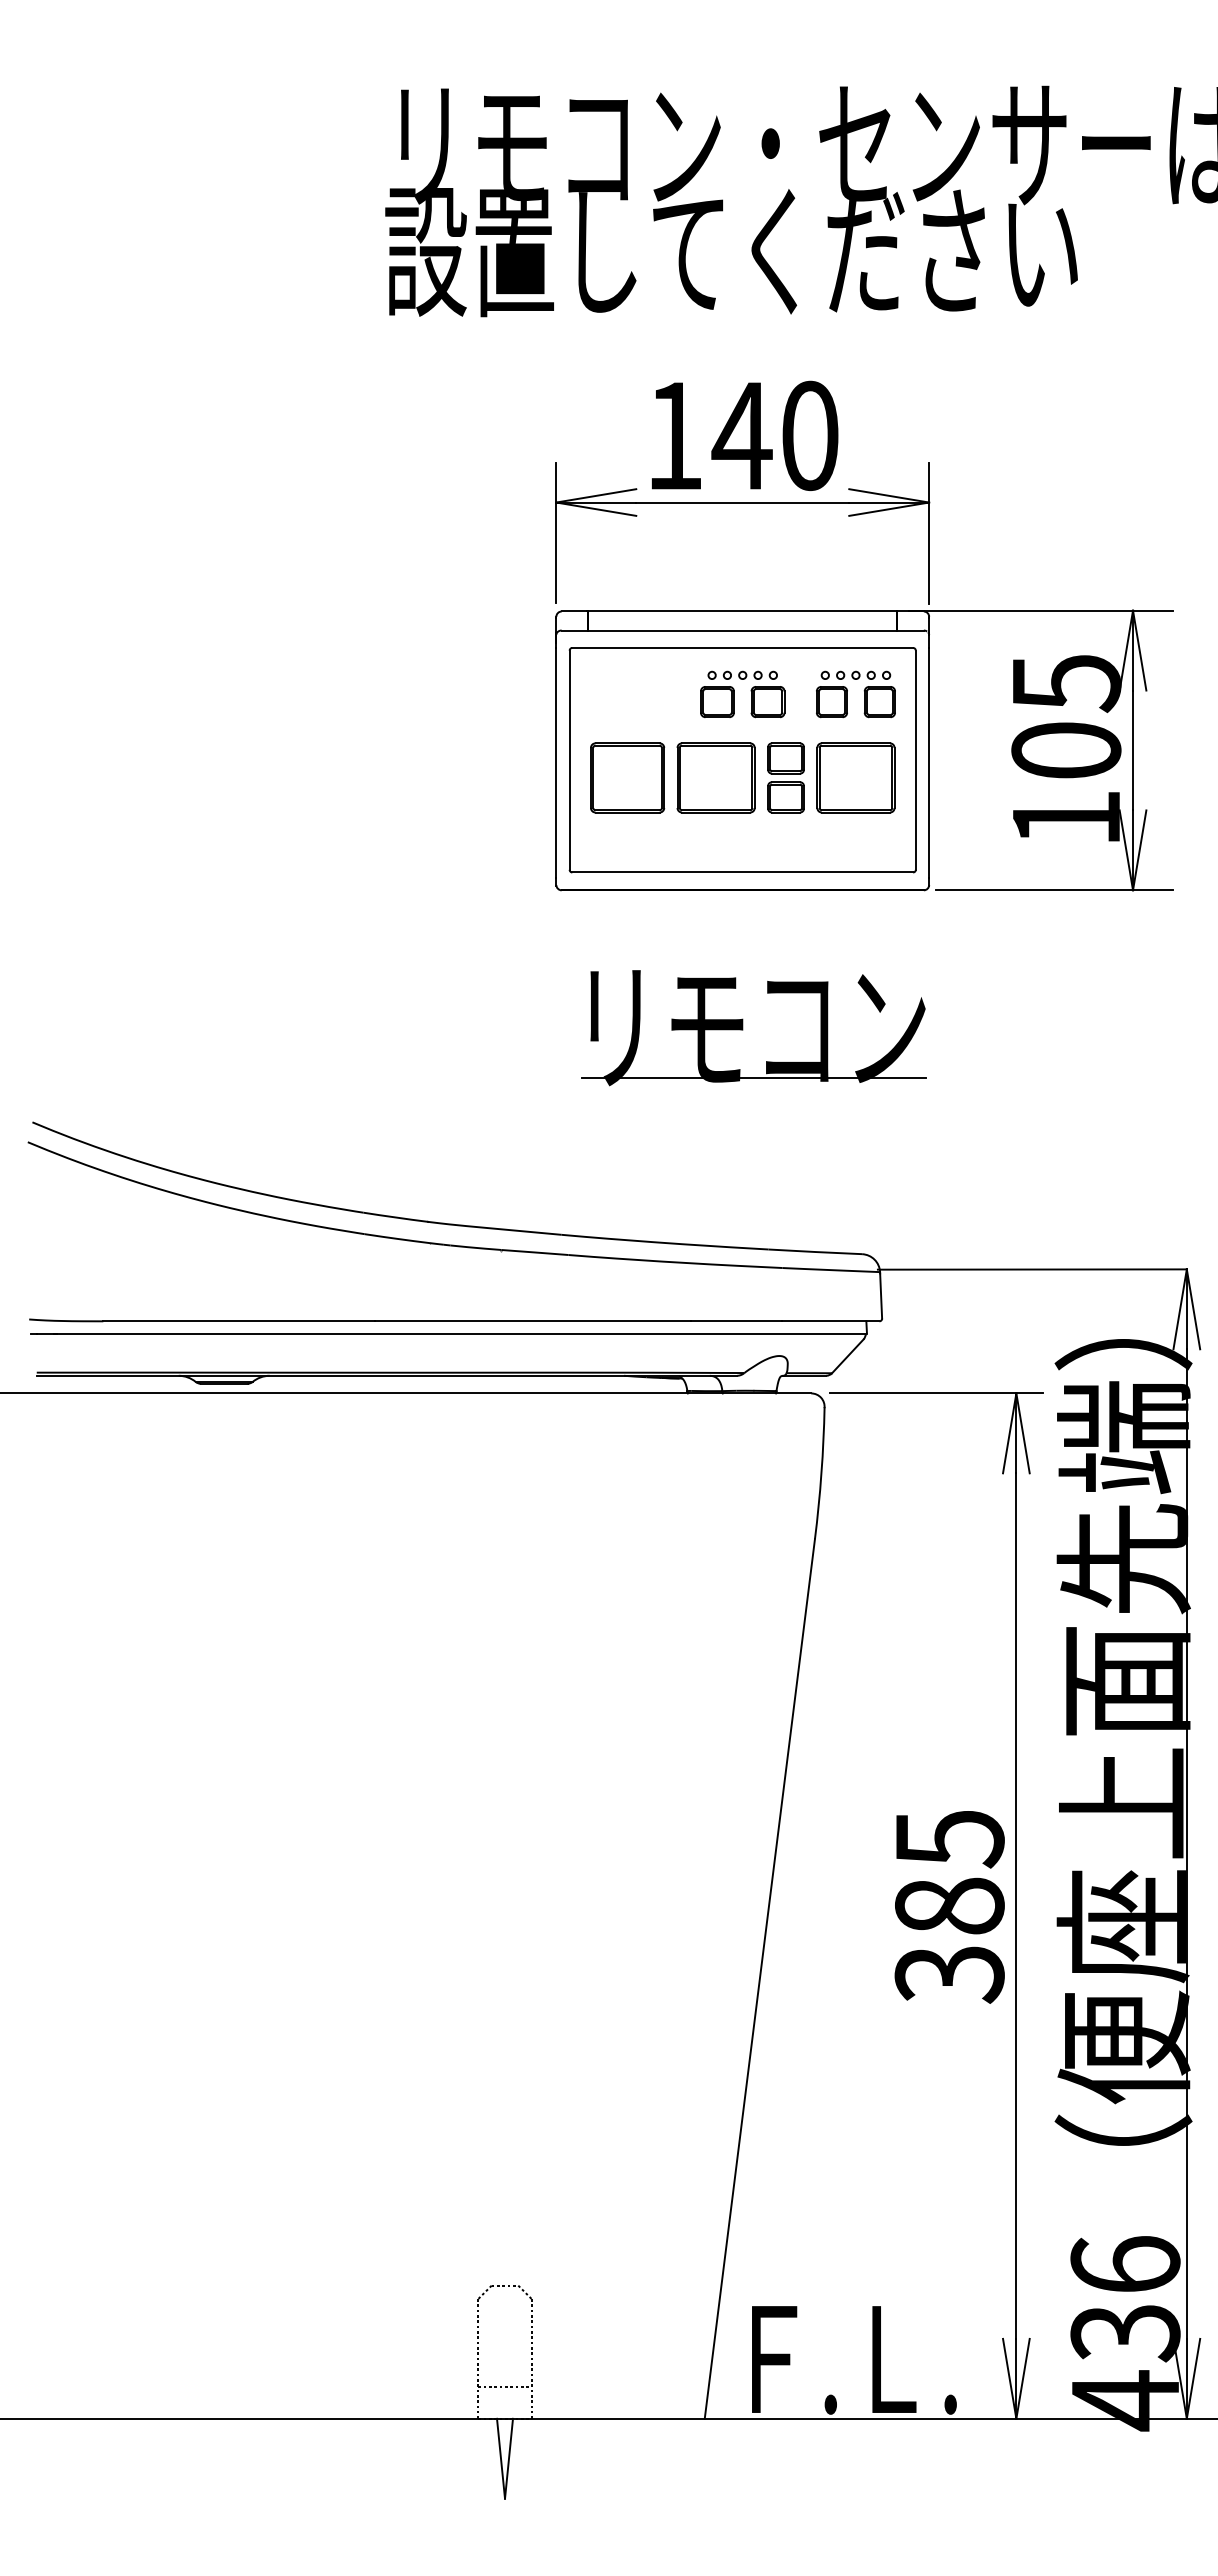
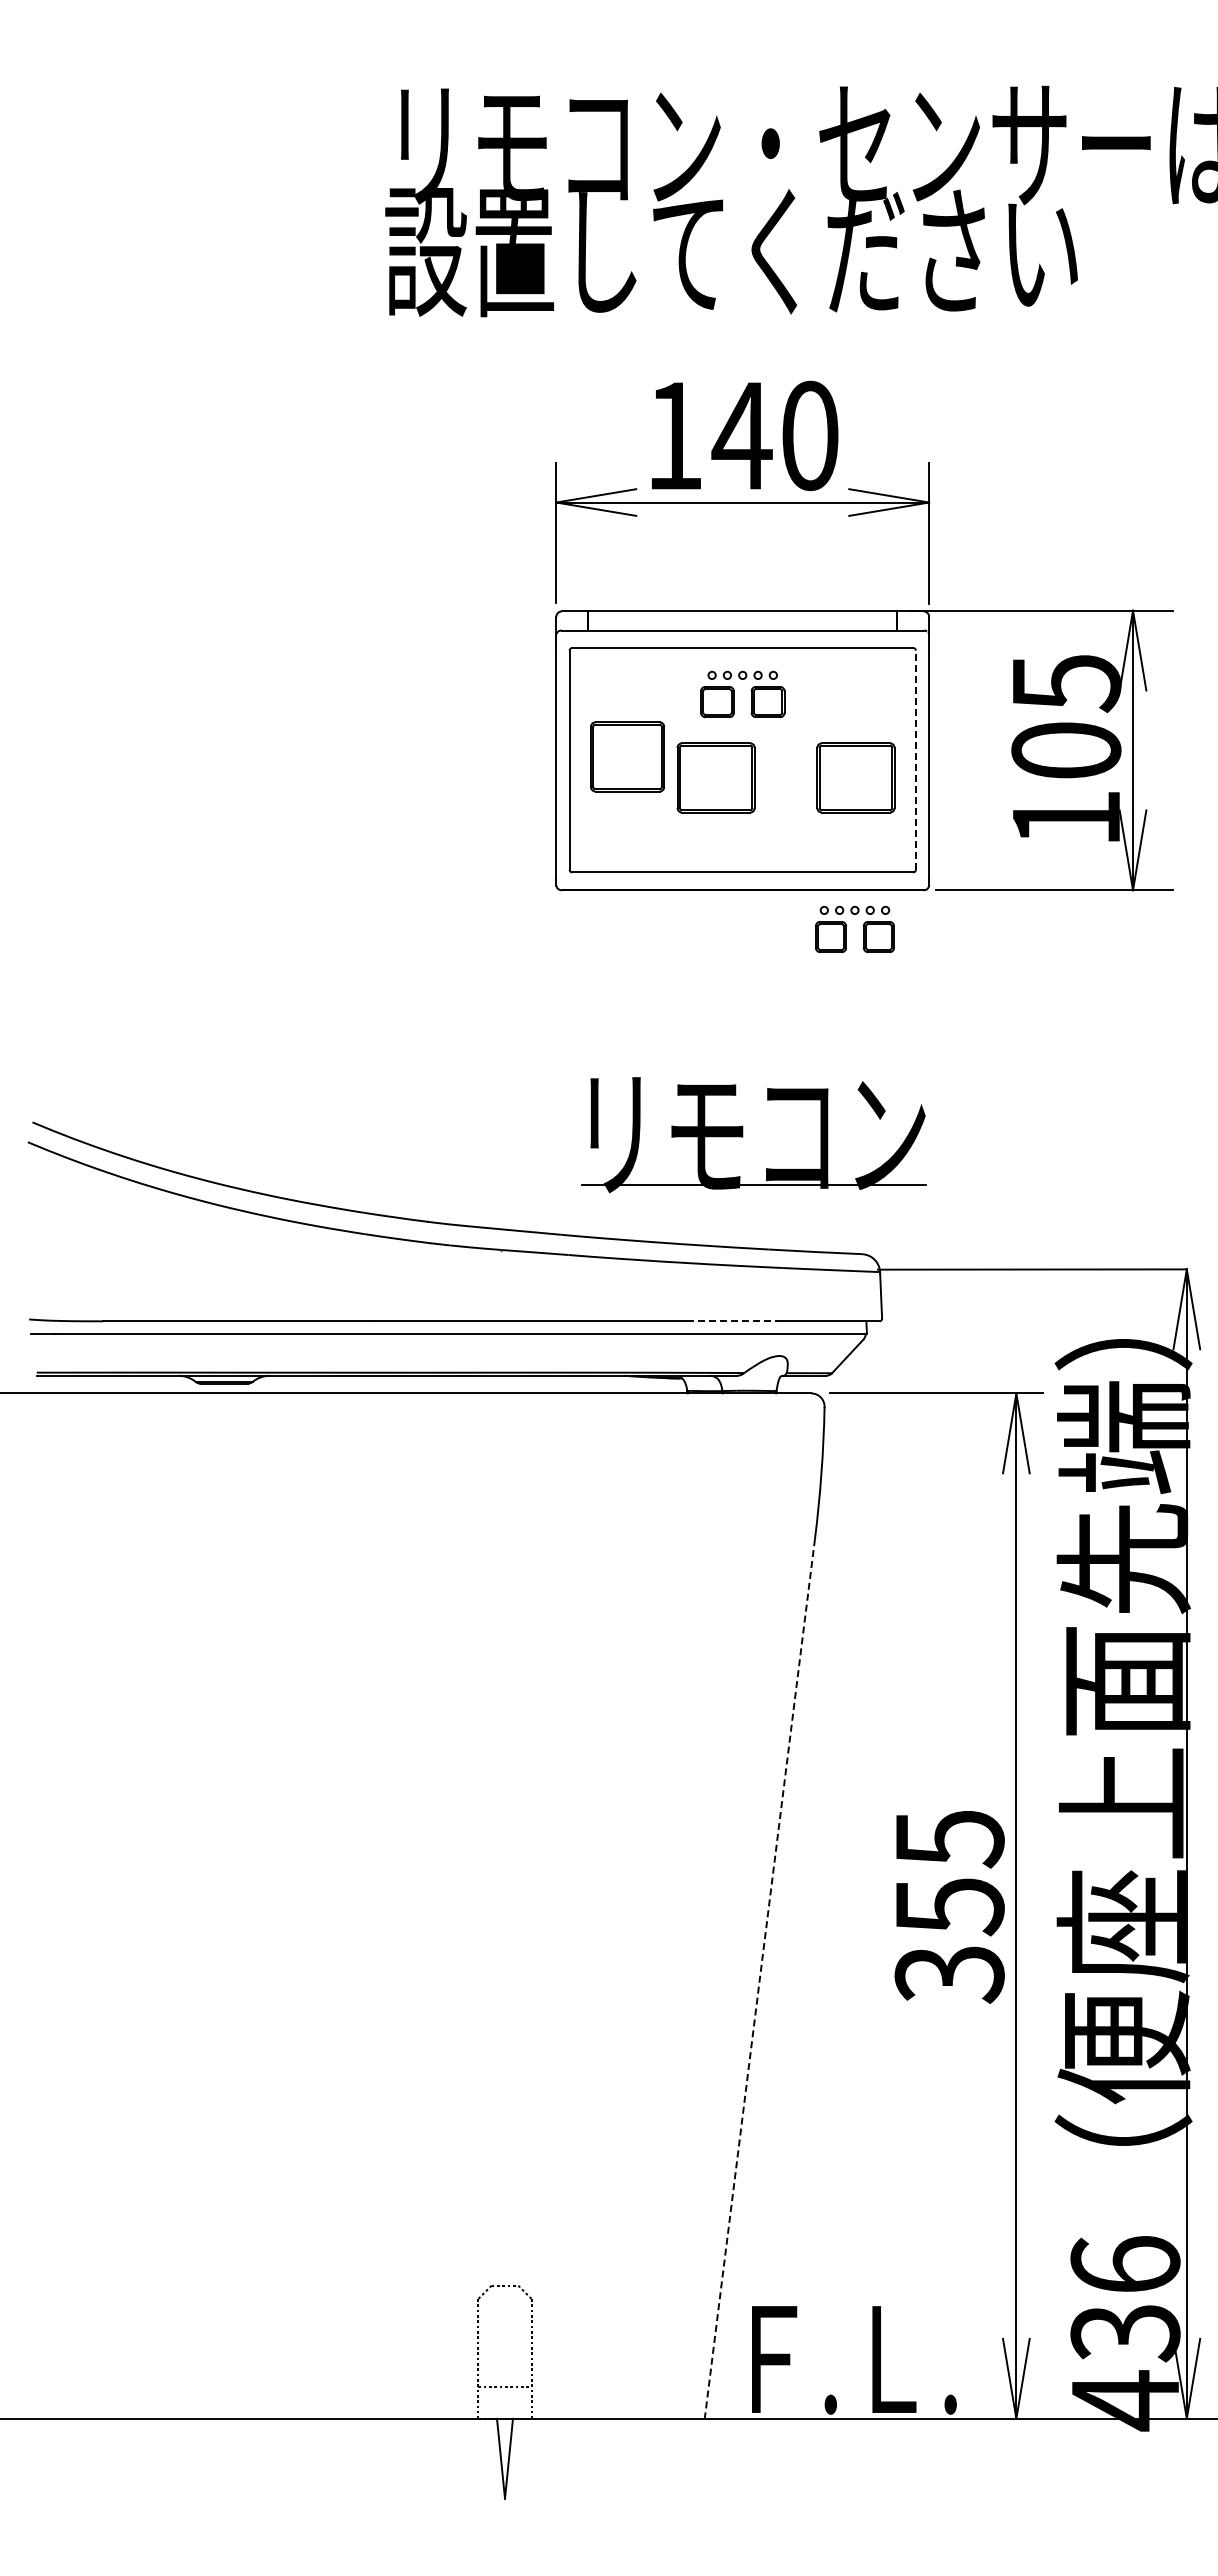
part at (847, 694) position: (847, 694) -> (846, 929)
line at (915, 760): solid -> dashed
part at (627, 777) position: (627, 777) -> (627, 756)
part at (785, 777): present -> none
part at (743, 1028) position: (743, 1028) -> (743, 1135)
line at (736, 1321): solid -> dashed
text at (949, 1906): 385 -> 355
line at (759, 1979): solid -> dashed
